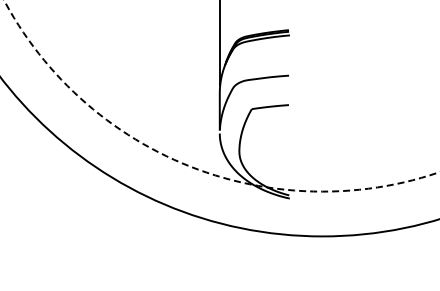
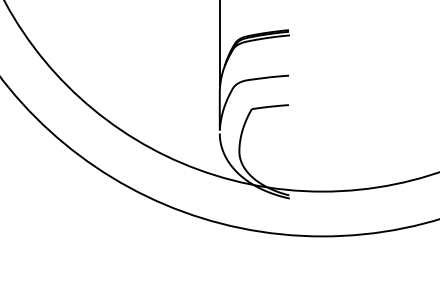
circle at (221, 95): dashed -> solid
